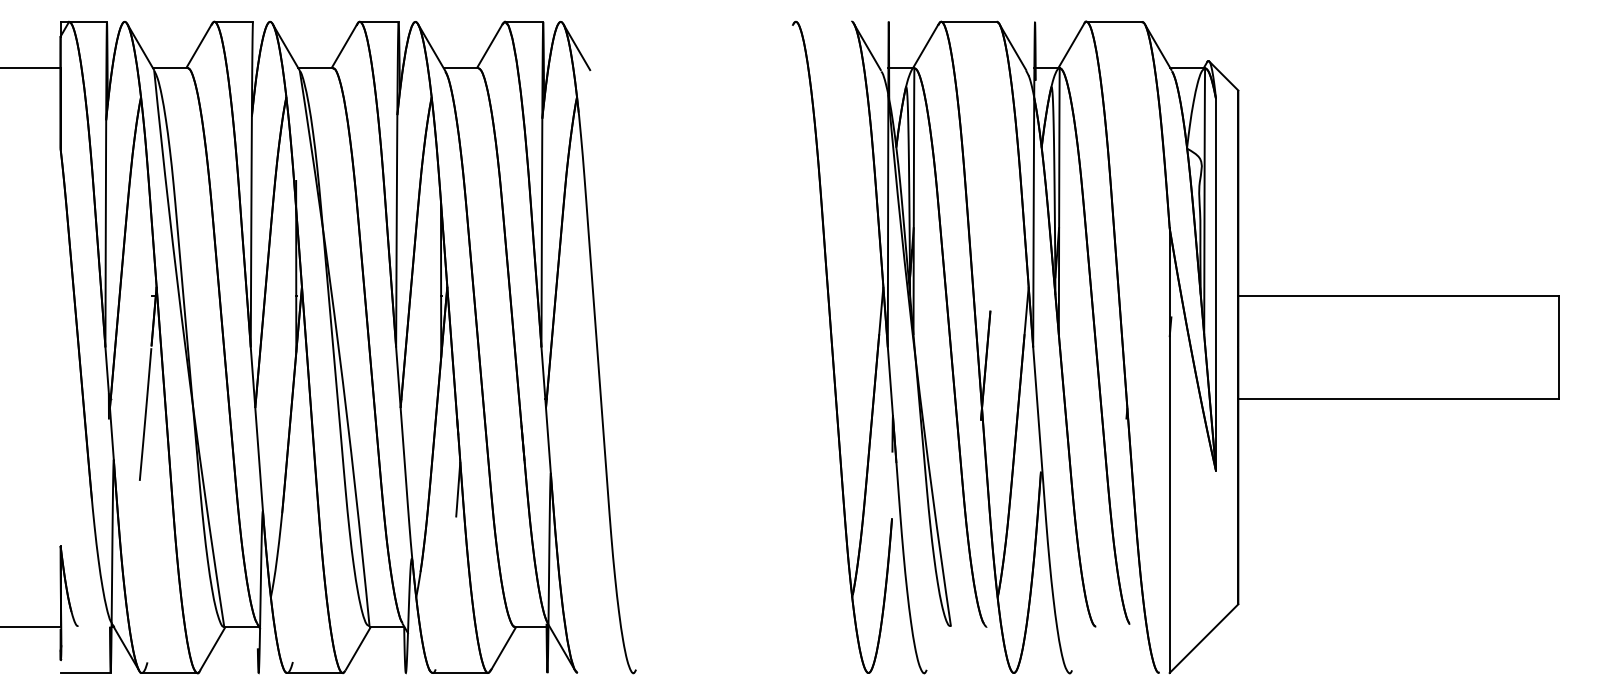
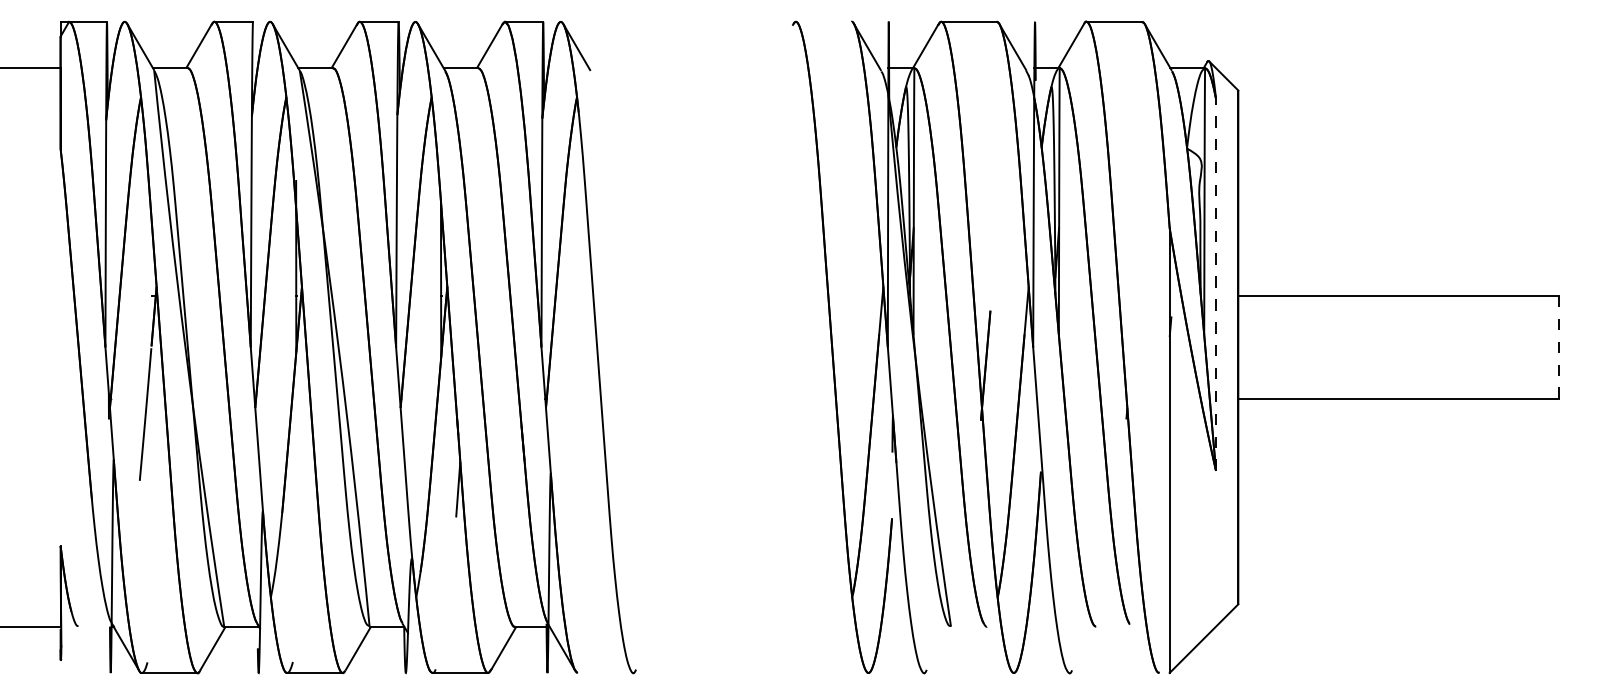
line at (1216, 284): solid -> dashed
line at (1558, 346): solid -> dashed
line at (85, 673): present -> none
